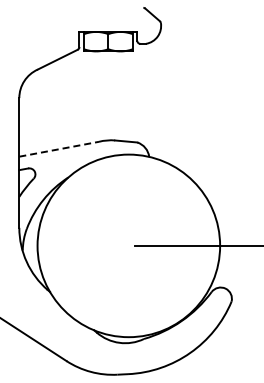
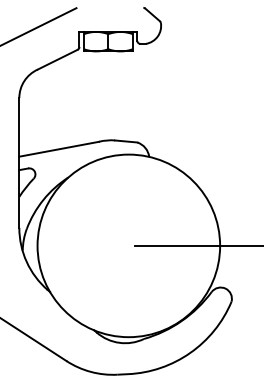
line at (39, 26): none -> present
line at (59, 149): dashed -> solid
